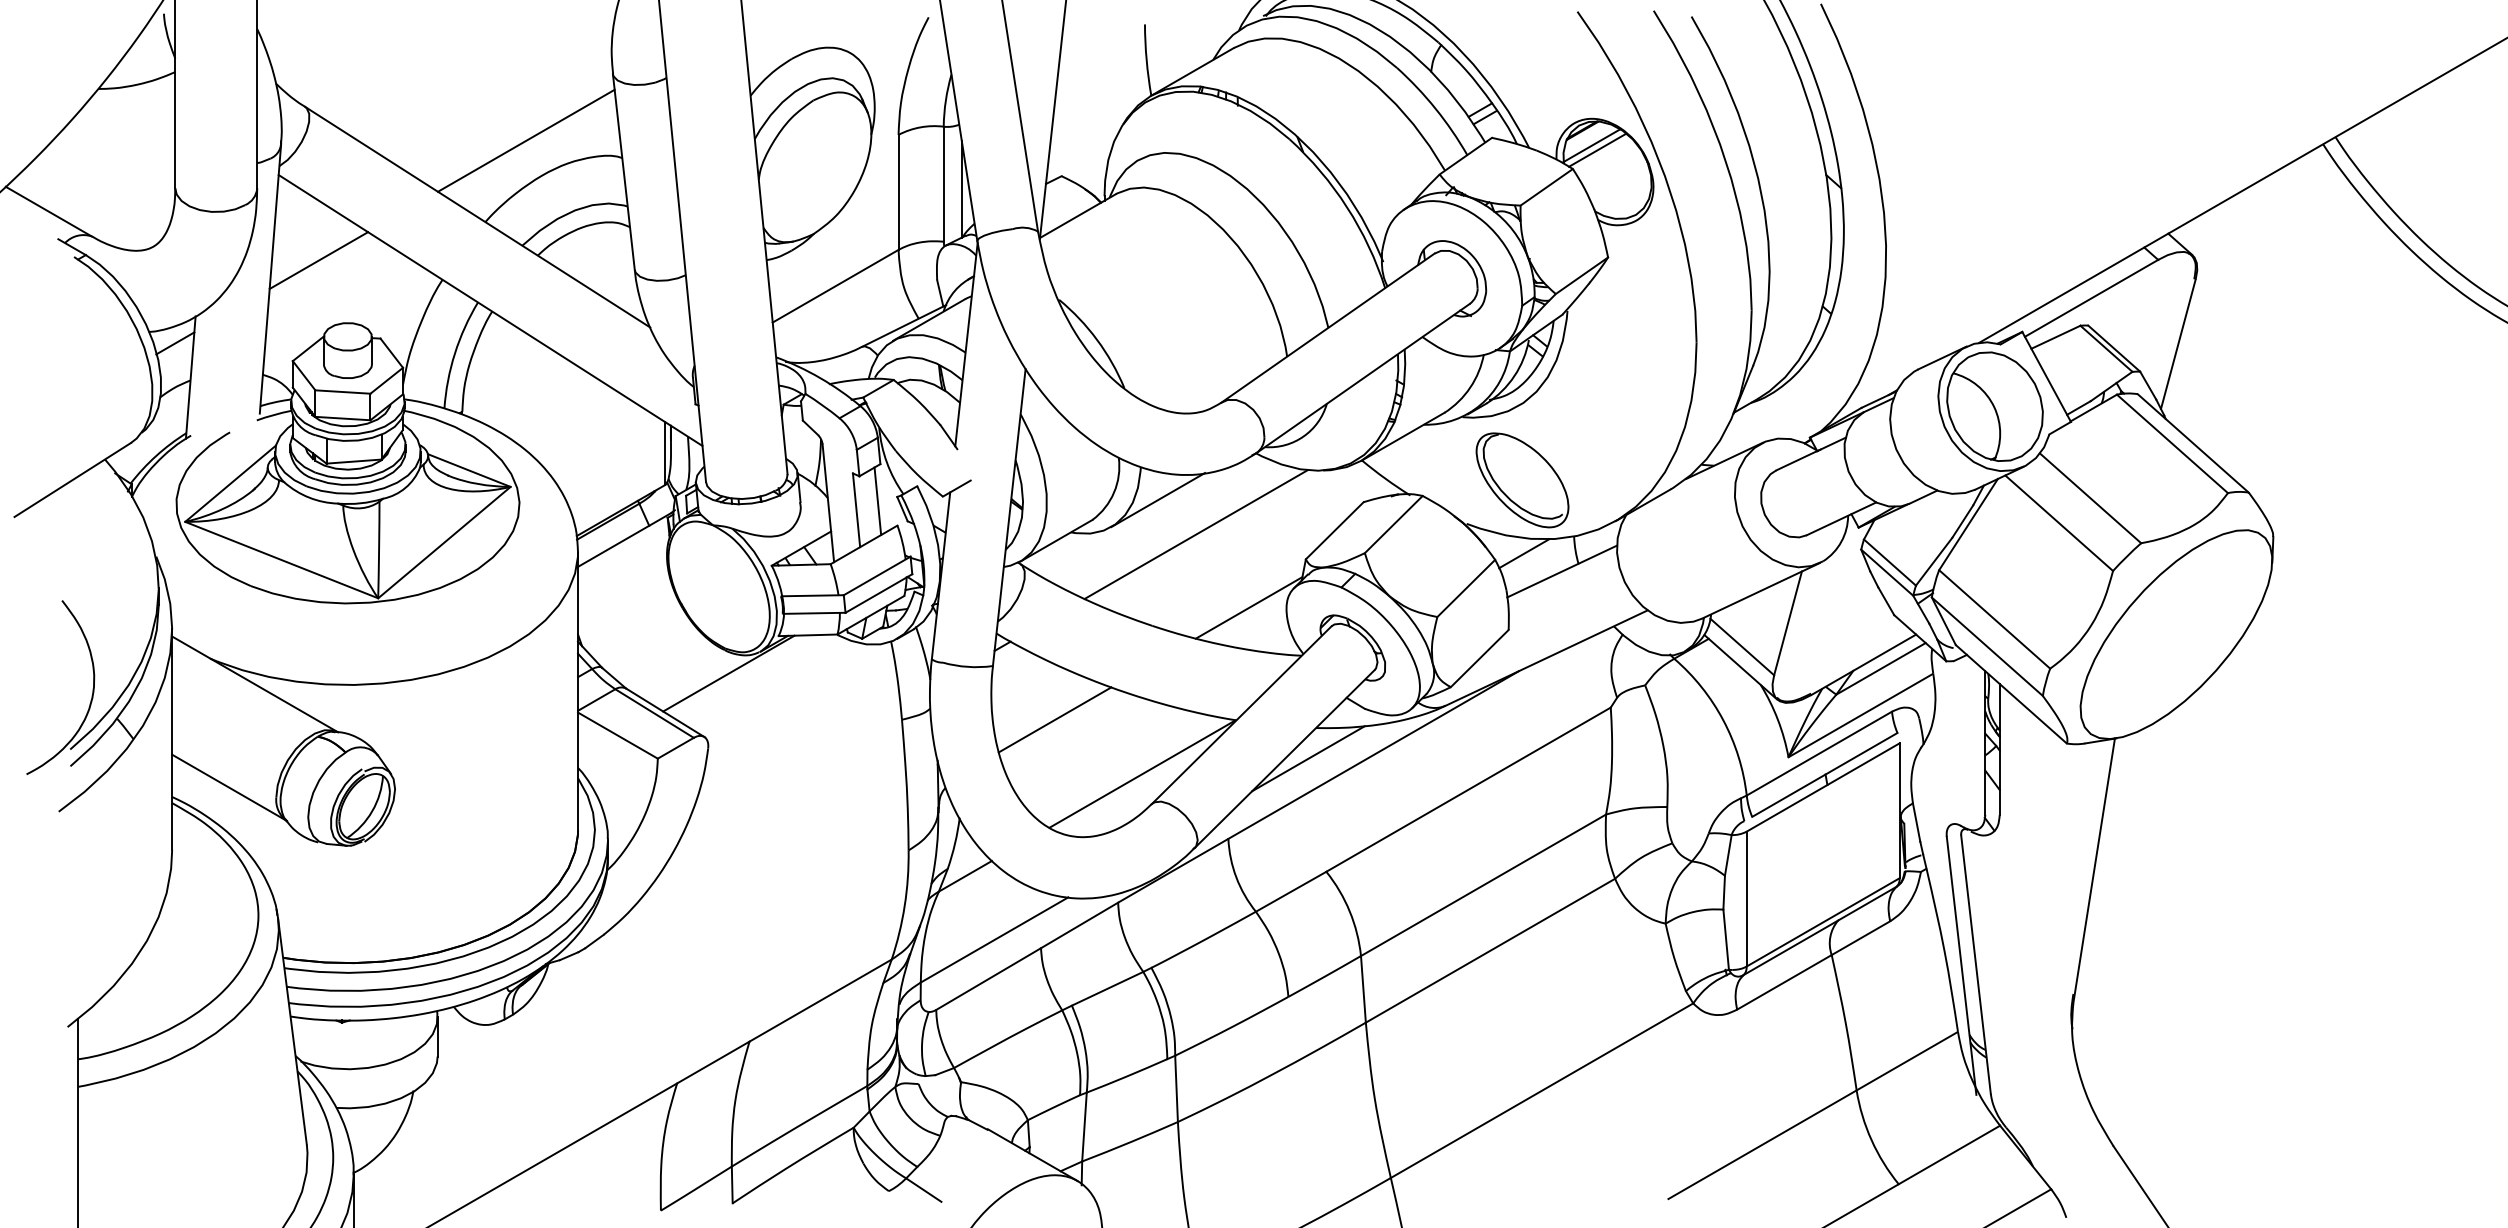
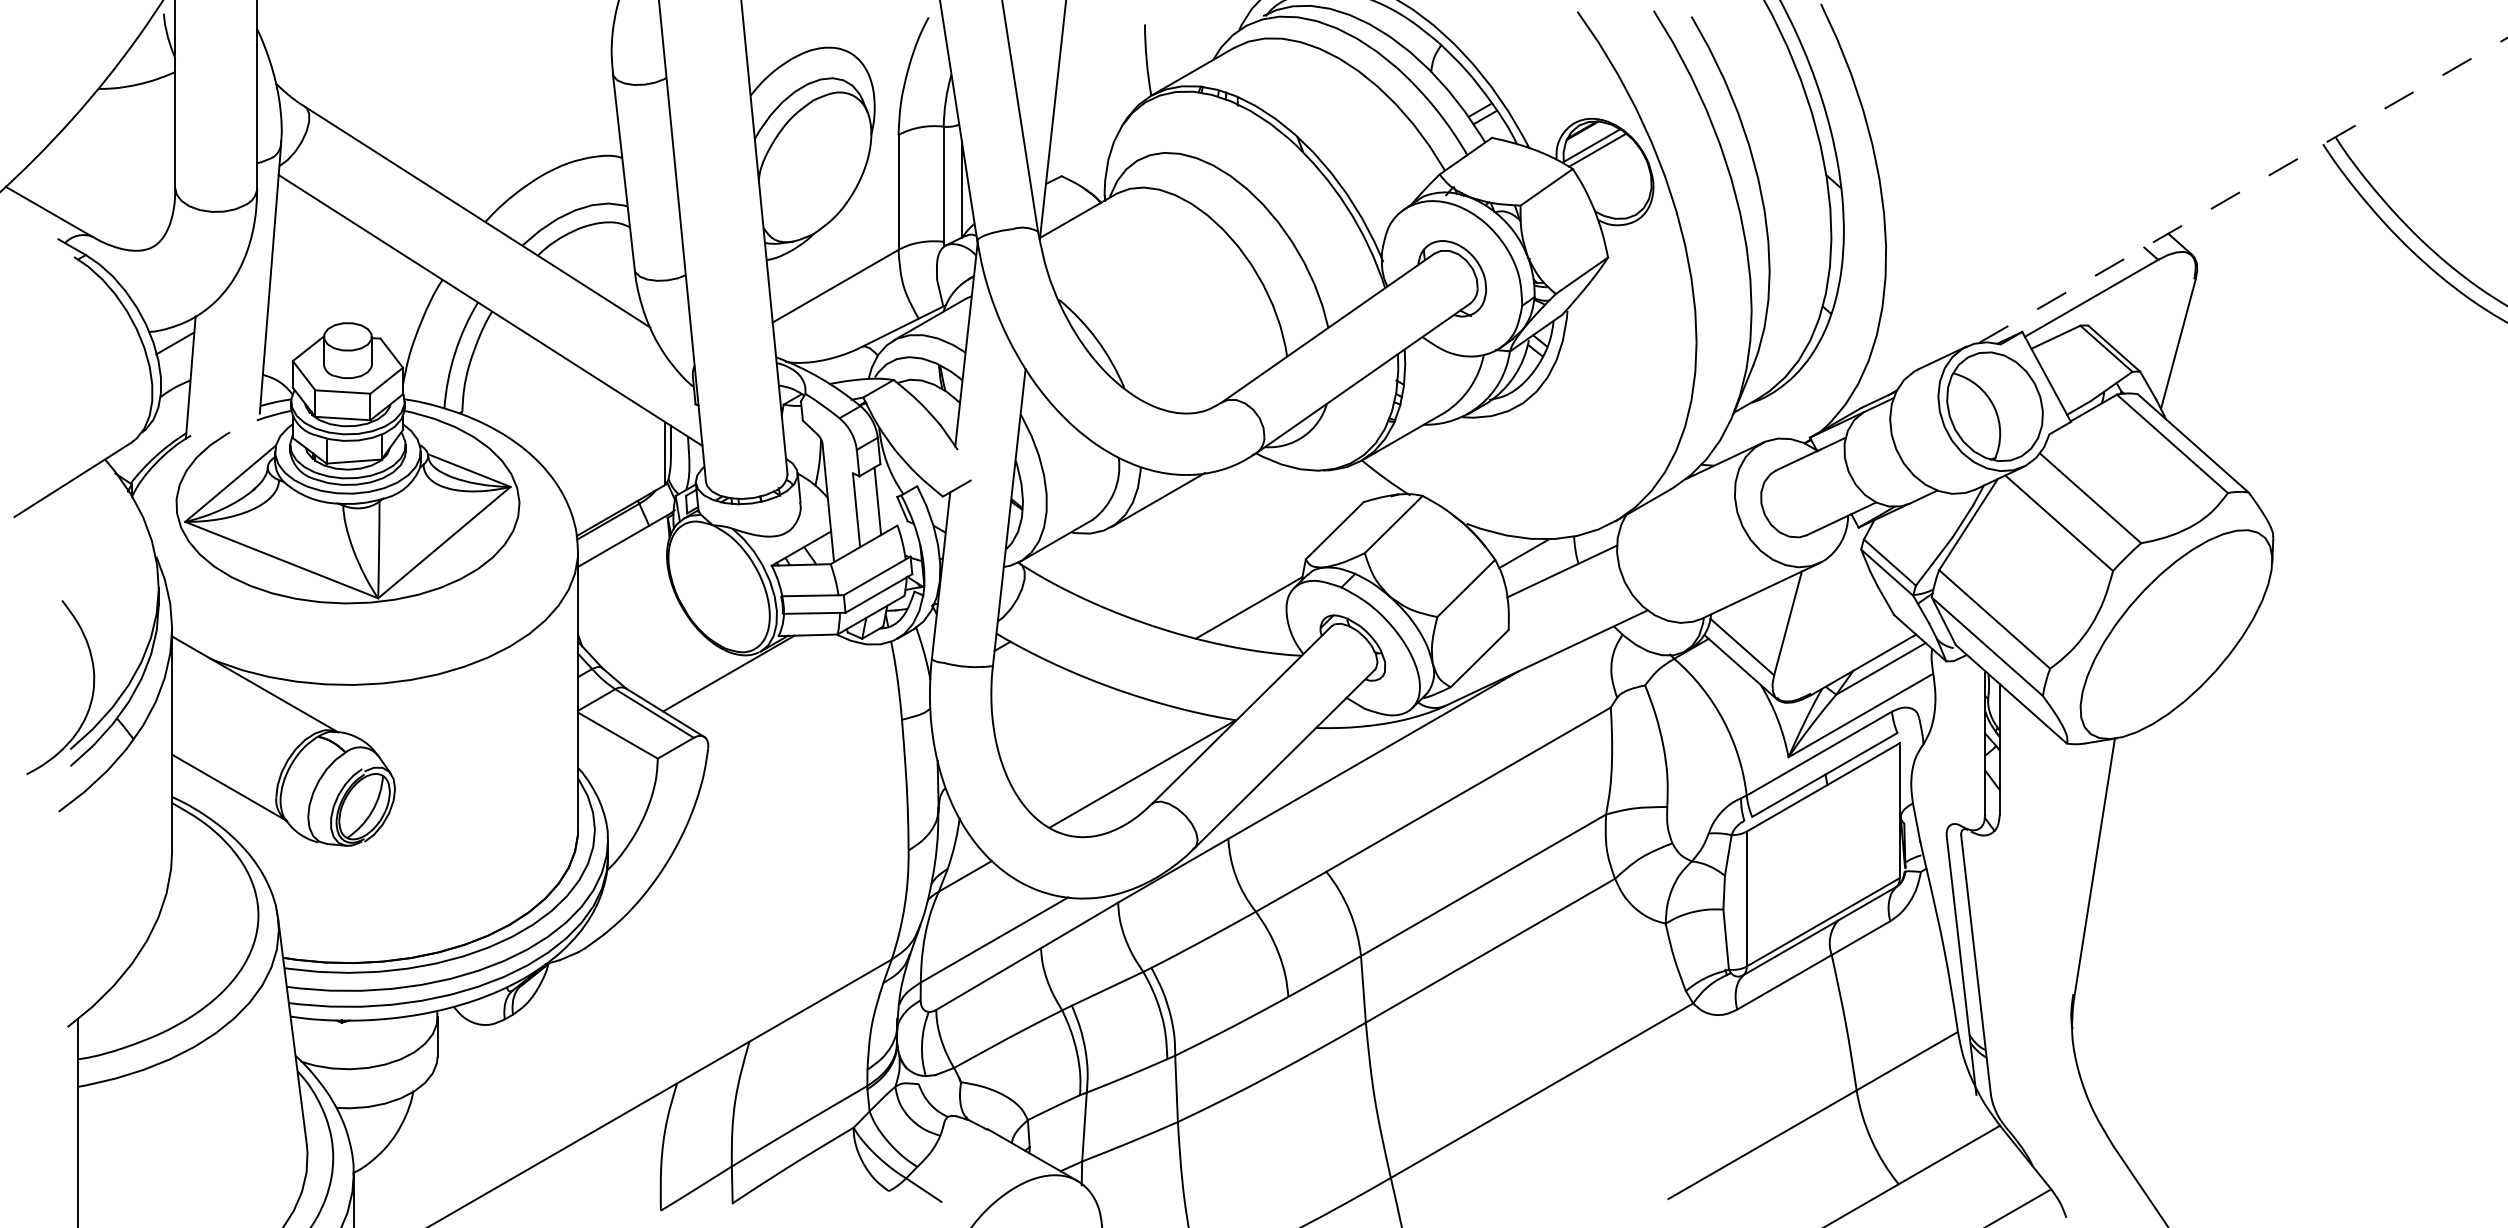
line at (526, 140): present -> none
line at (2243, 190): solid -> dashed
line at (318, 260): present -> none
part at (1522, 480): present -> none
line at (1195, 534): present -> none
line at (1054, 719): present -> none
line at (1308, 758): present -> none
